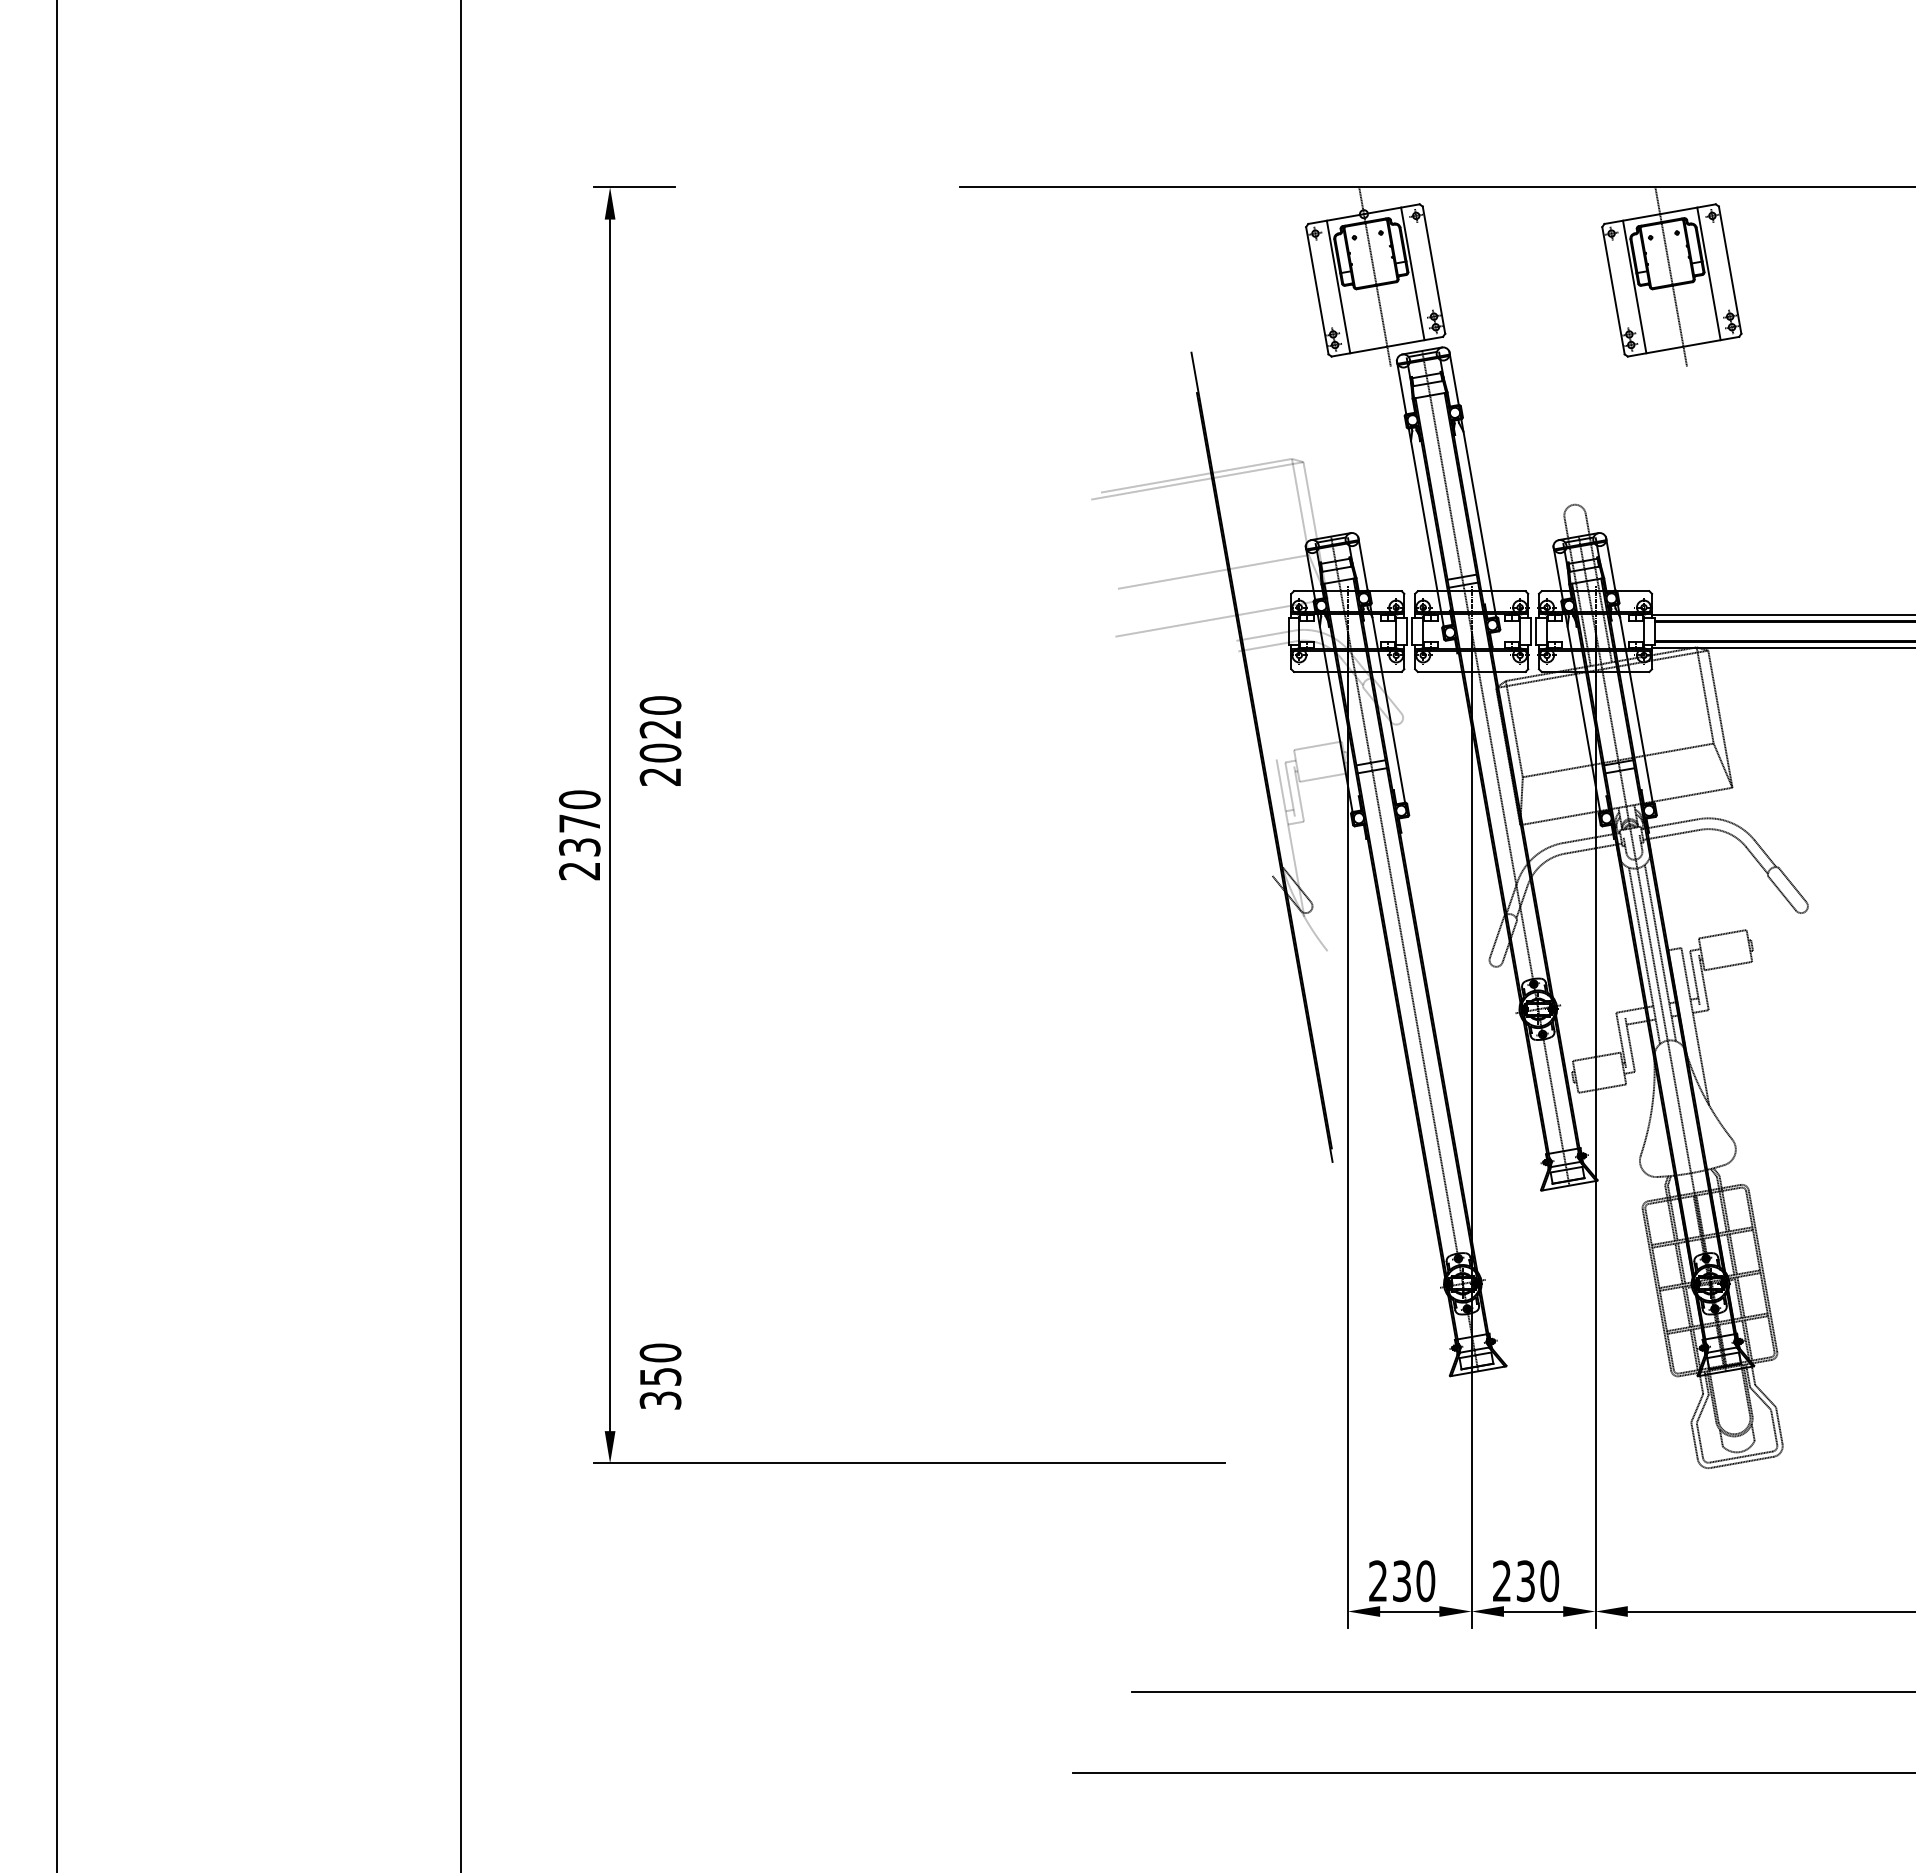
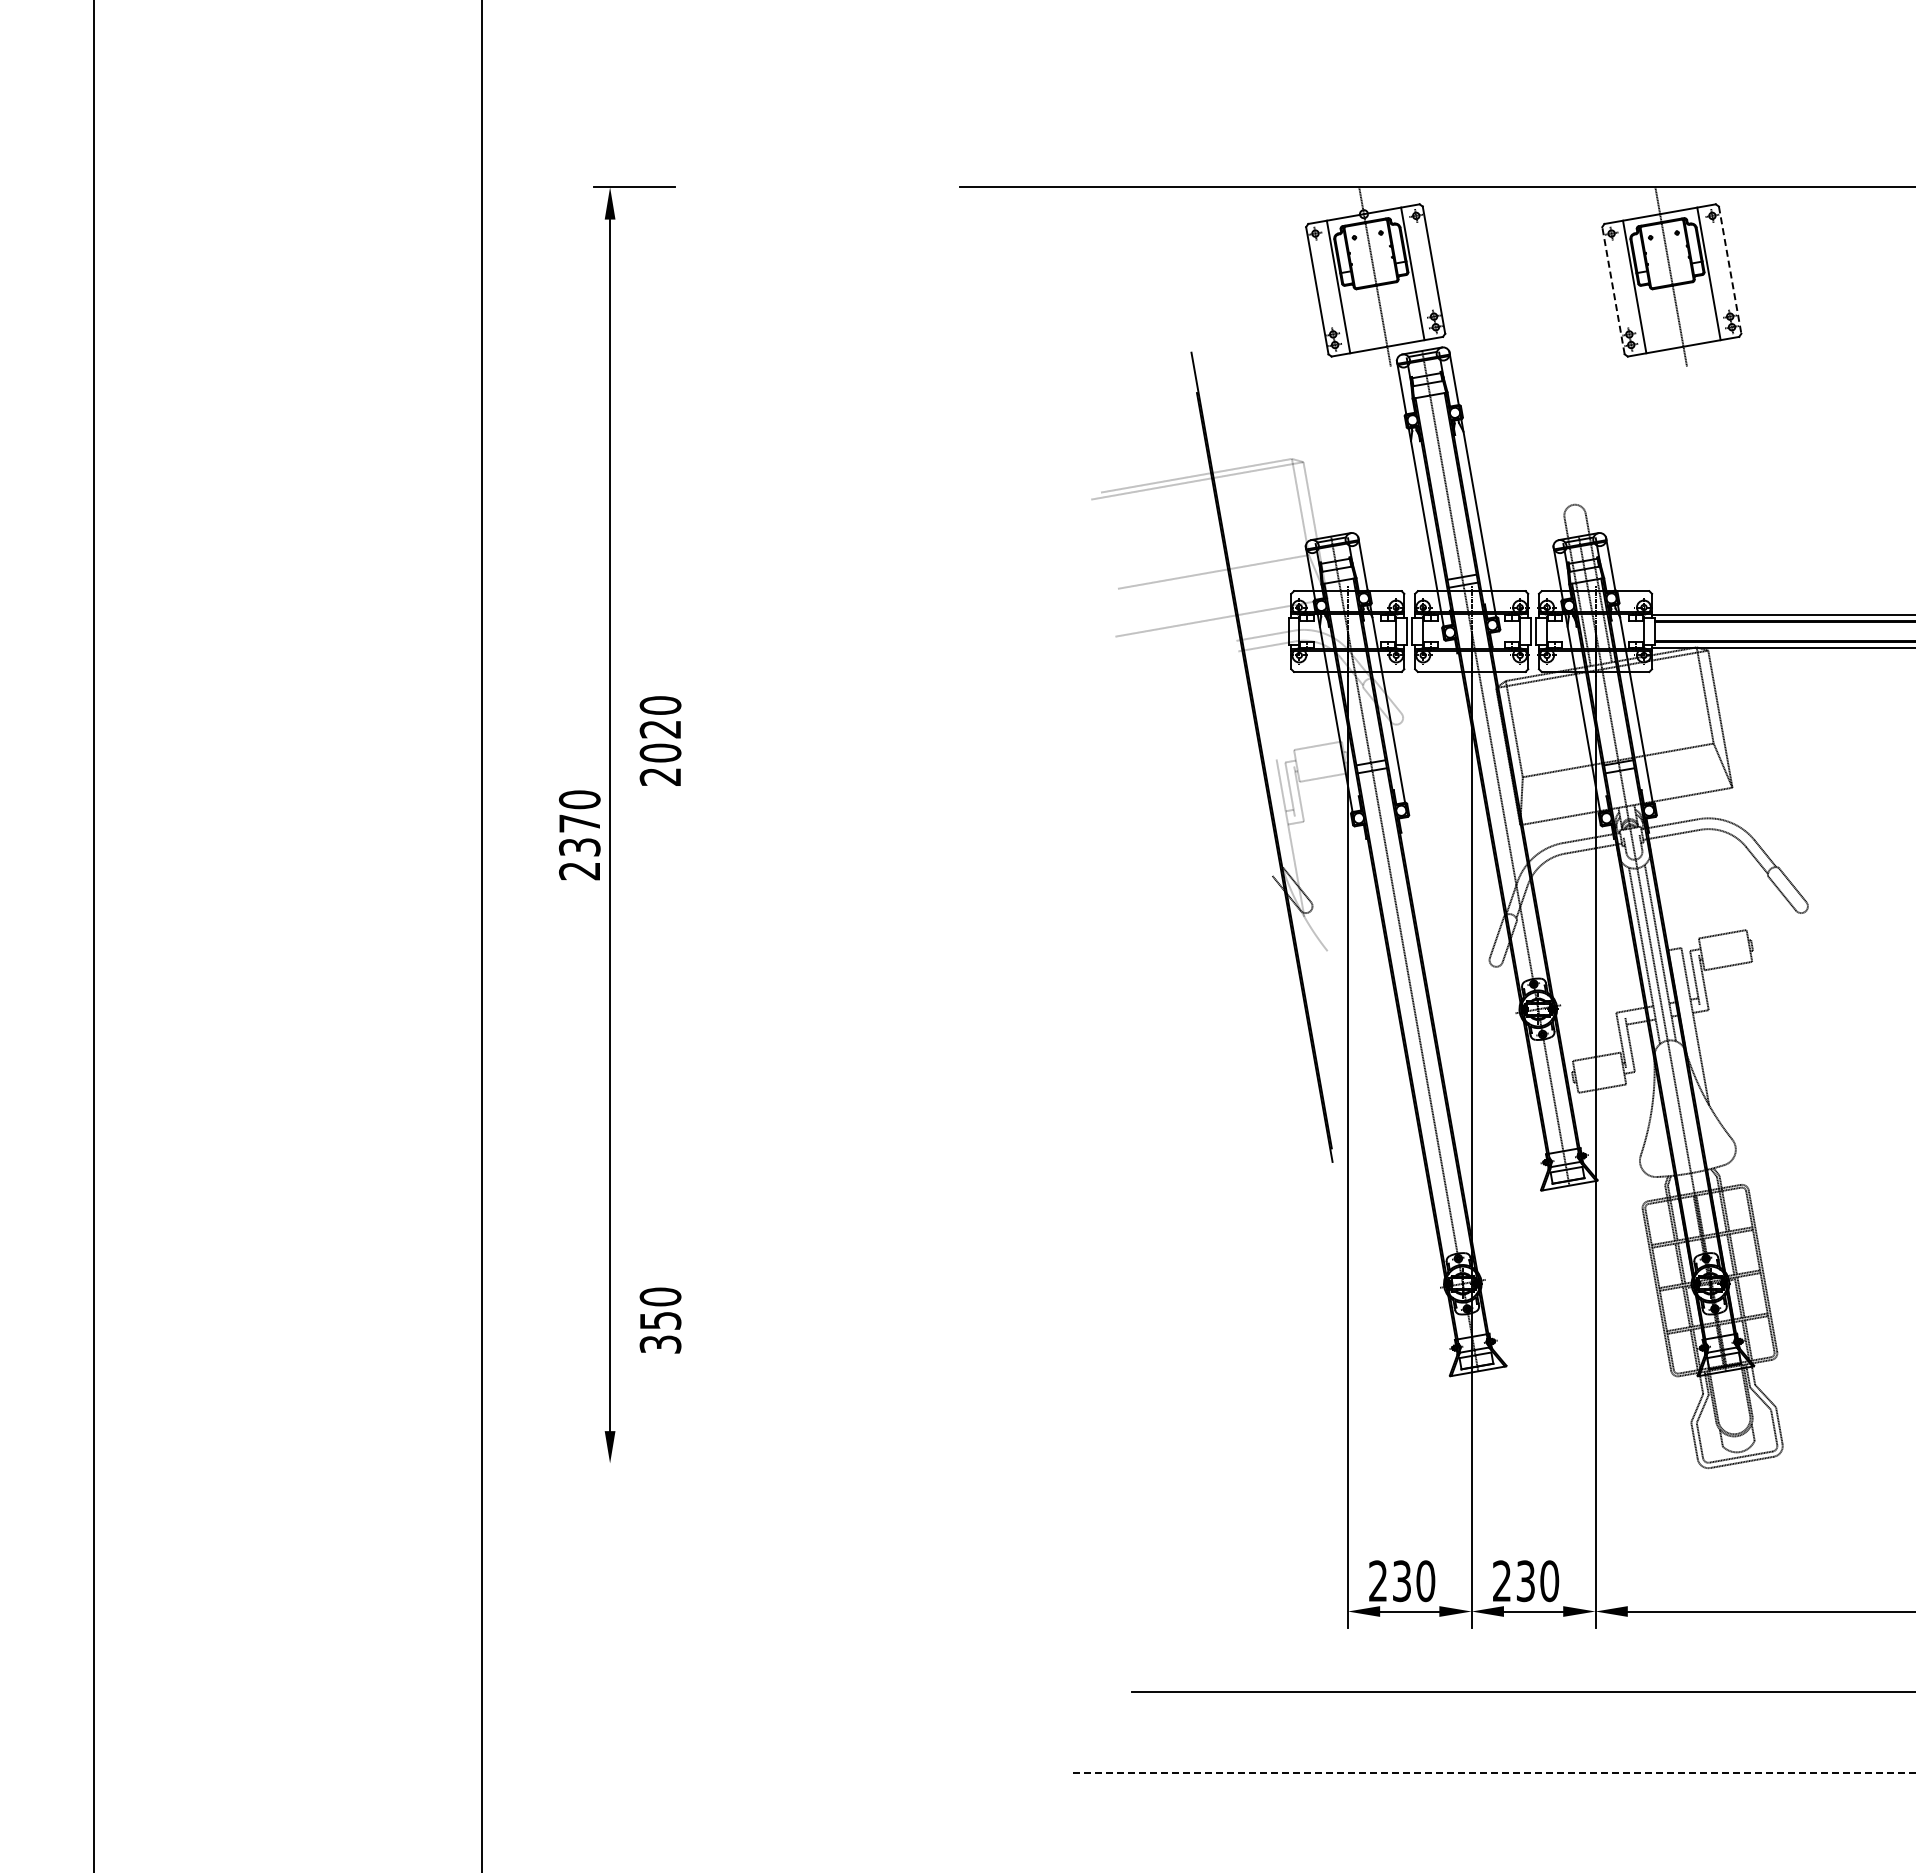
line at (1730, 270): solid -> dashed
line at (1613, 290): solid -> dashed
line at (57, 935) position: (57, 935) -> (94, 935)
line at (461, 935) position: (461, 935) -> (482, 935)
text at (660, 1376) position: (660, 1376) -> (660, 1320)
line at (908, 1463): present -> none
line at (1494, 1773): solid -> dashed
